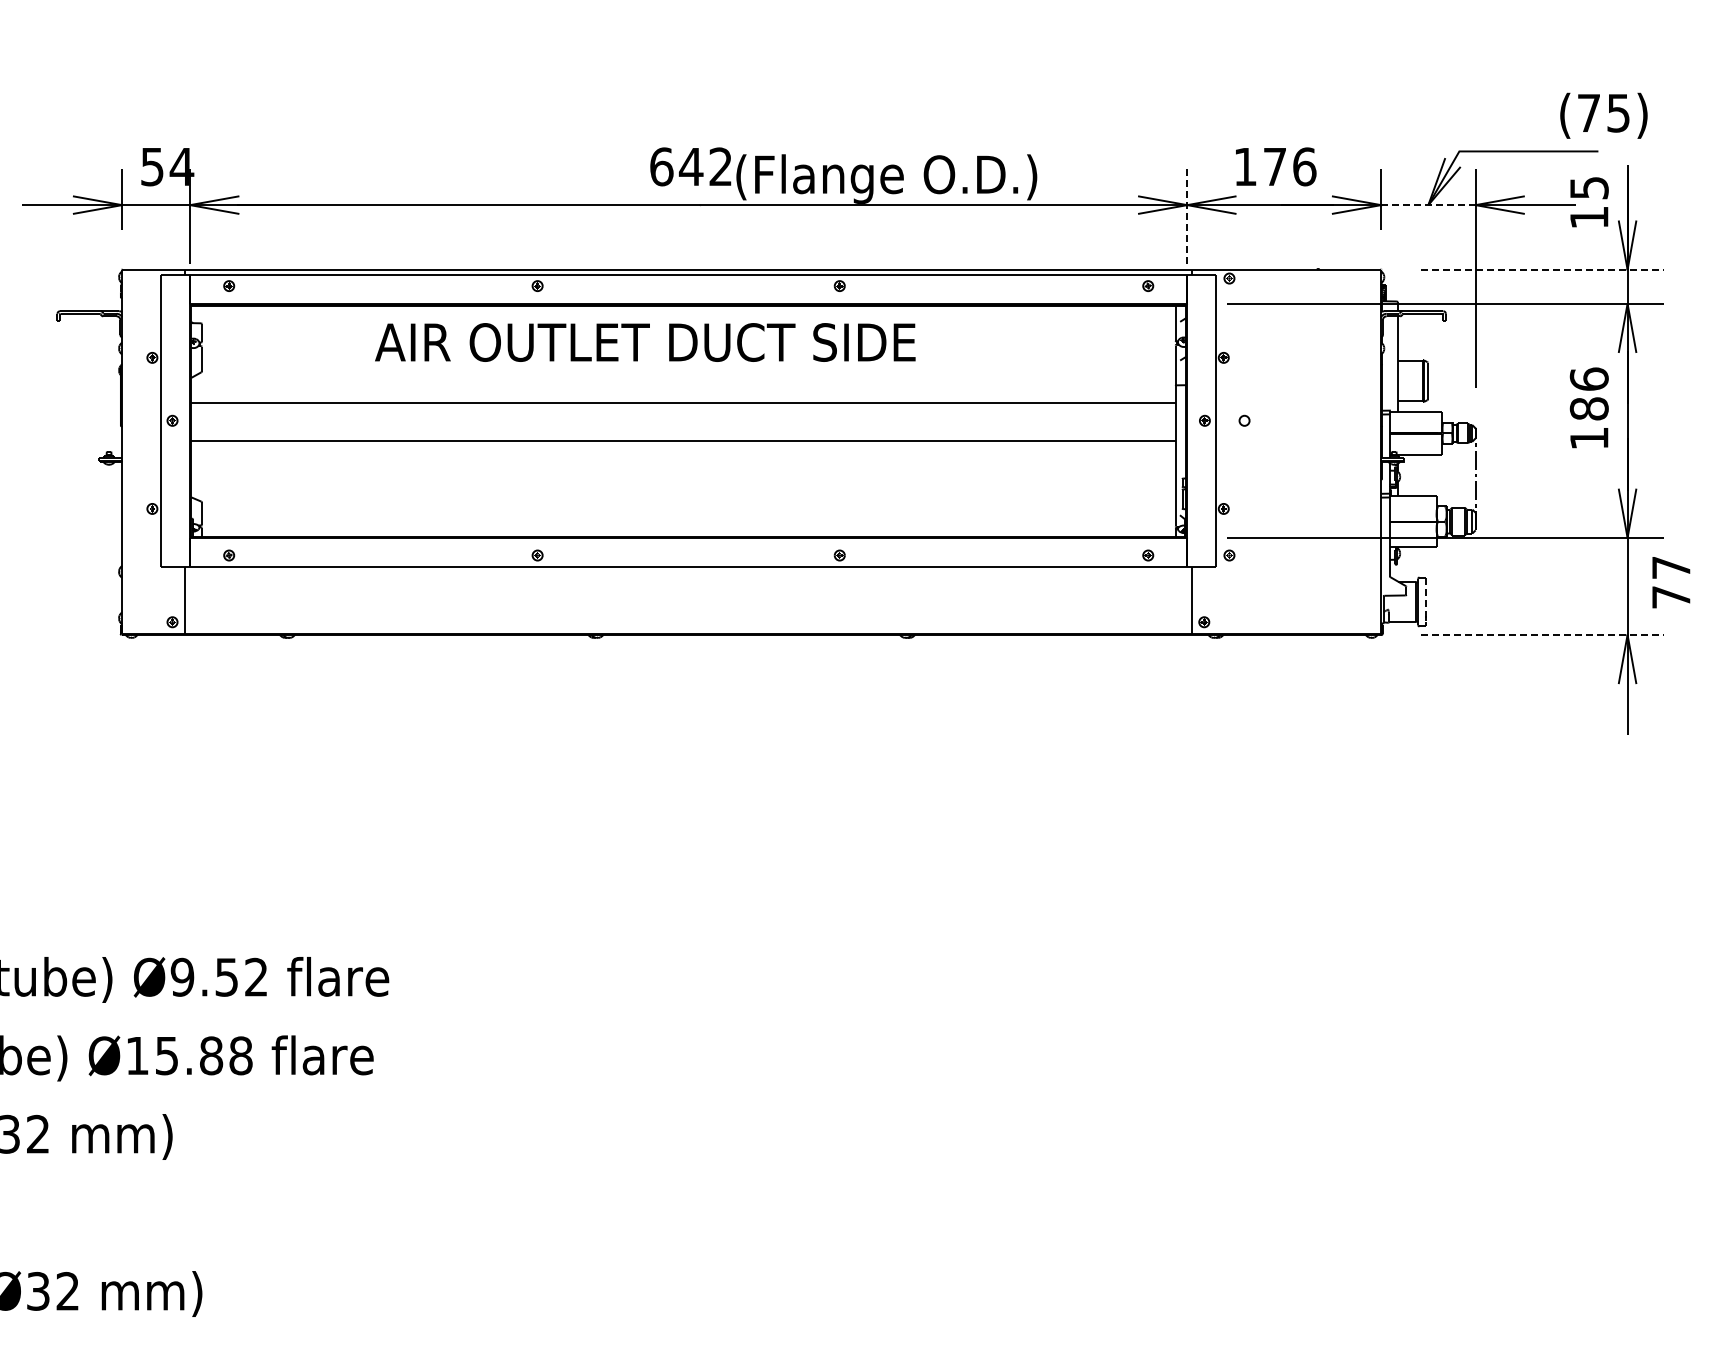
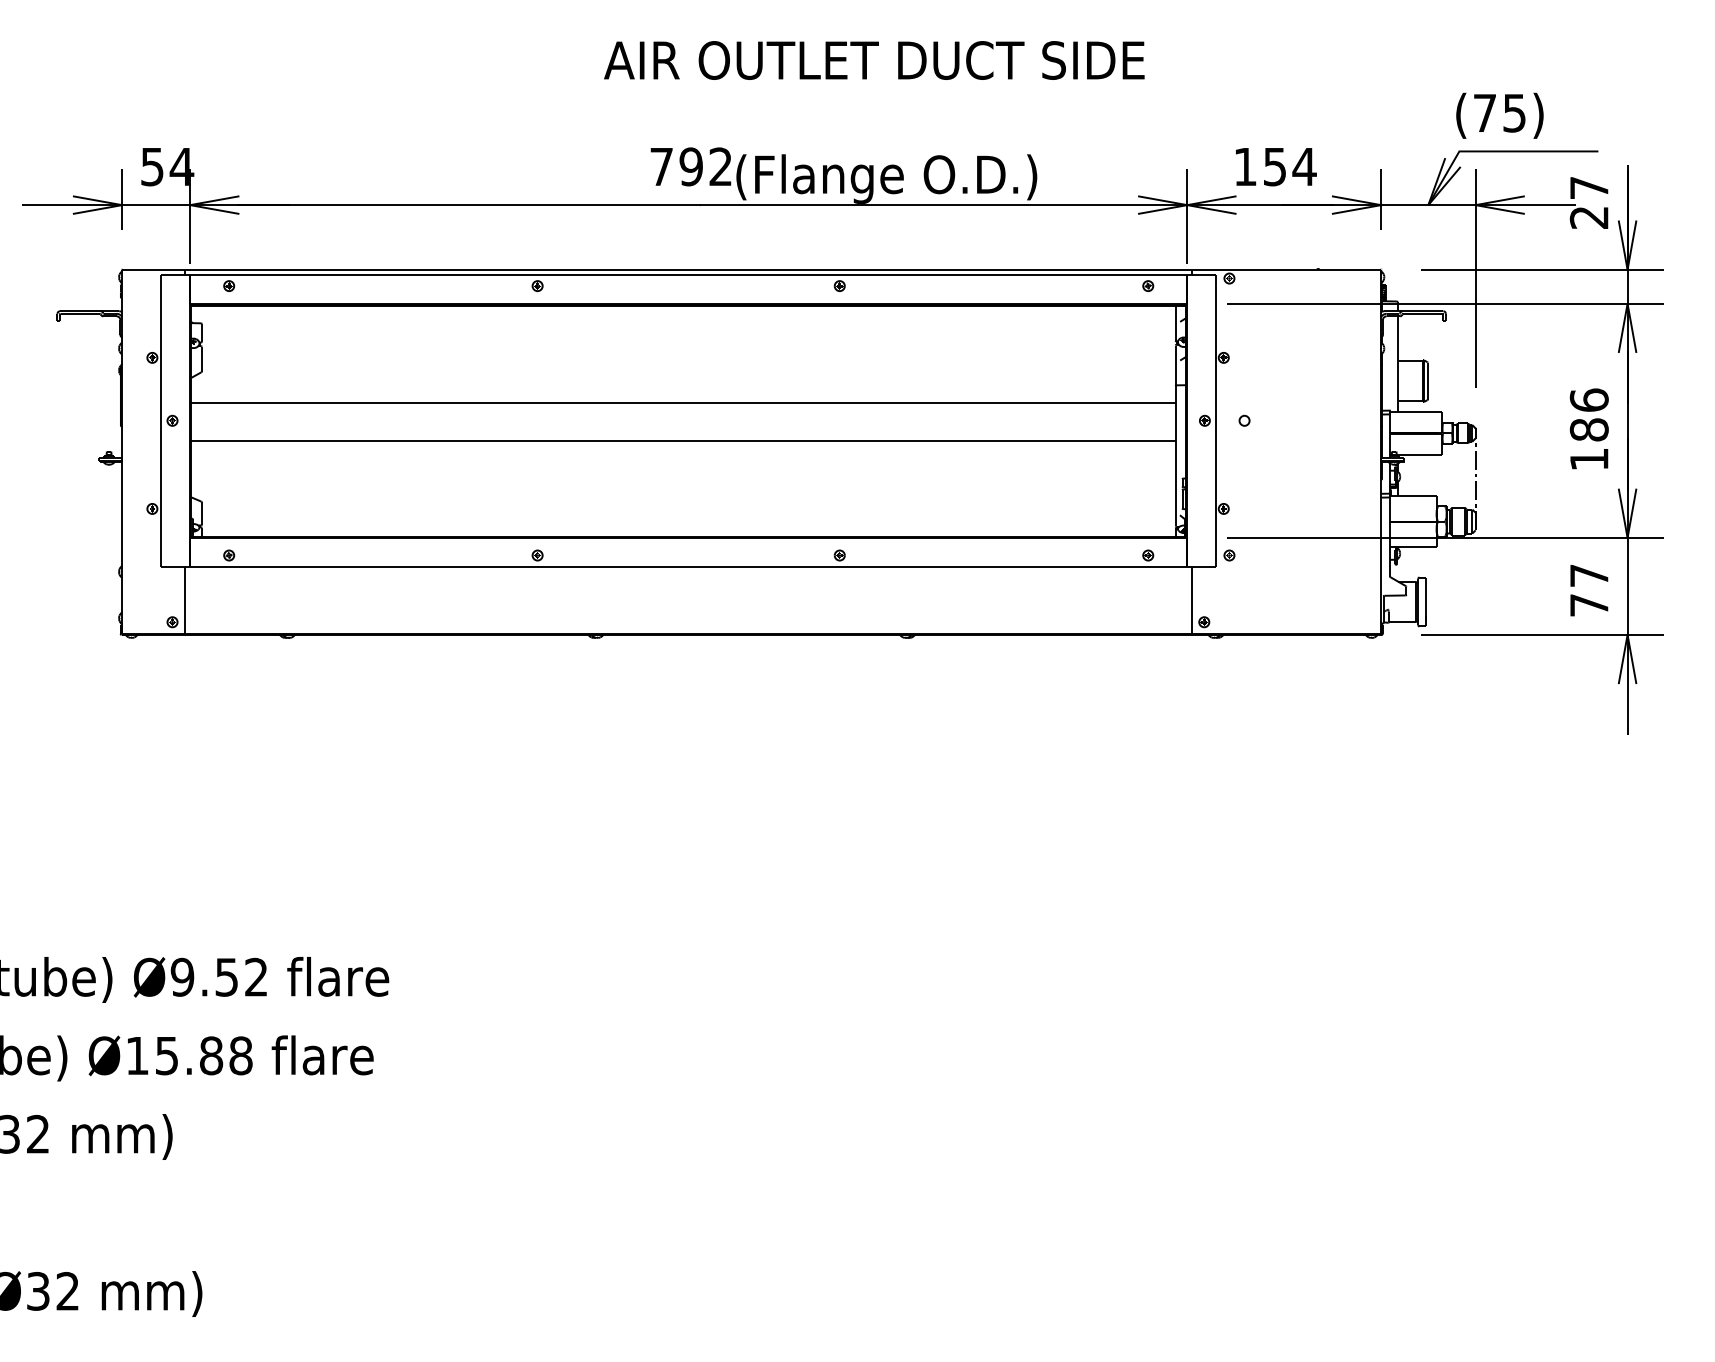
text at (1603, 115) position: (1603, 115) -> (1499, 115)
text at (676, 166): 642 -> 792
text at (1290, 166): 176 -> 154
text at (1588, 202): 15 -> 27
line at (1428, 205): dashed -> solid
line at (1187, 215): dashed -> solid
line at (1542, 269): dashed -> solid
text at (645, 342) position: (645, 342) -> (874, 60)
text at (1588, 407) position: (1588, 407) -> (1588, 428)
text at (1671, 582) position: (1671, 582) -> (1589, 590)
line at (1426, 602): dashed -> solid
line at (1542, 634): dashed -> solid
